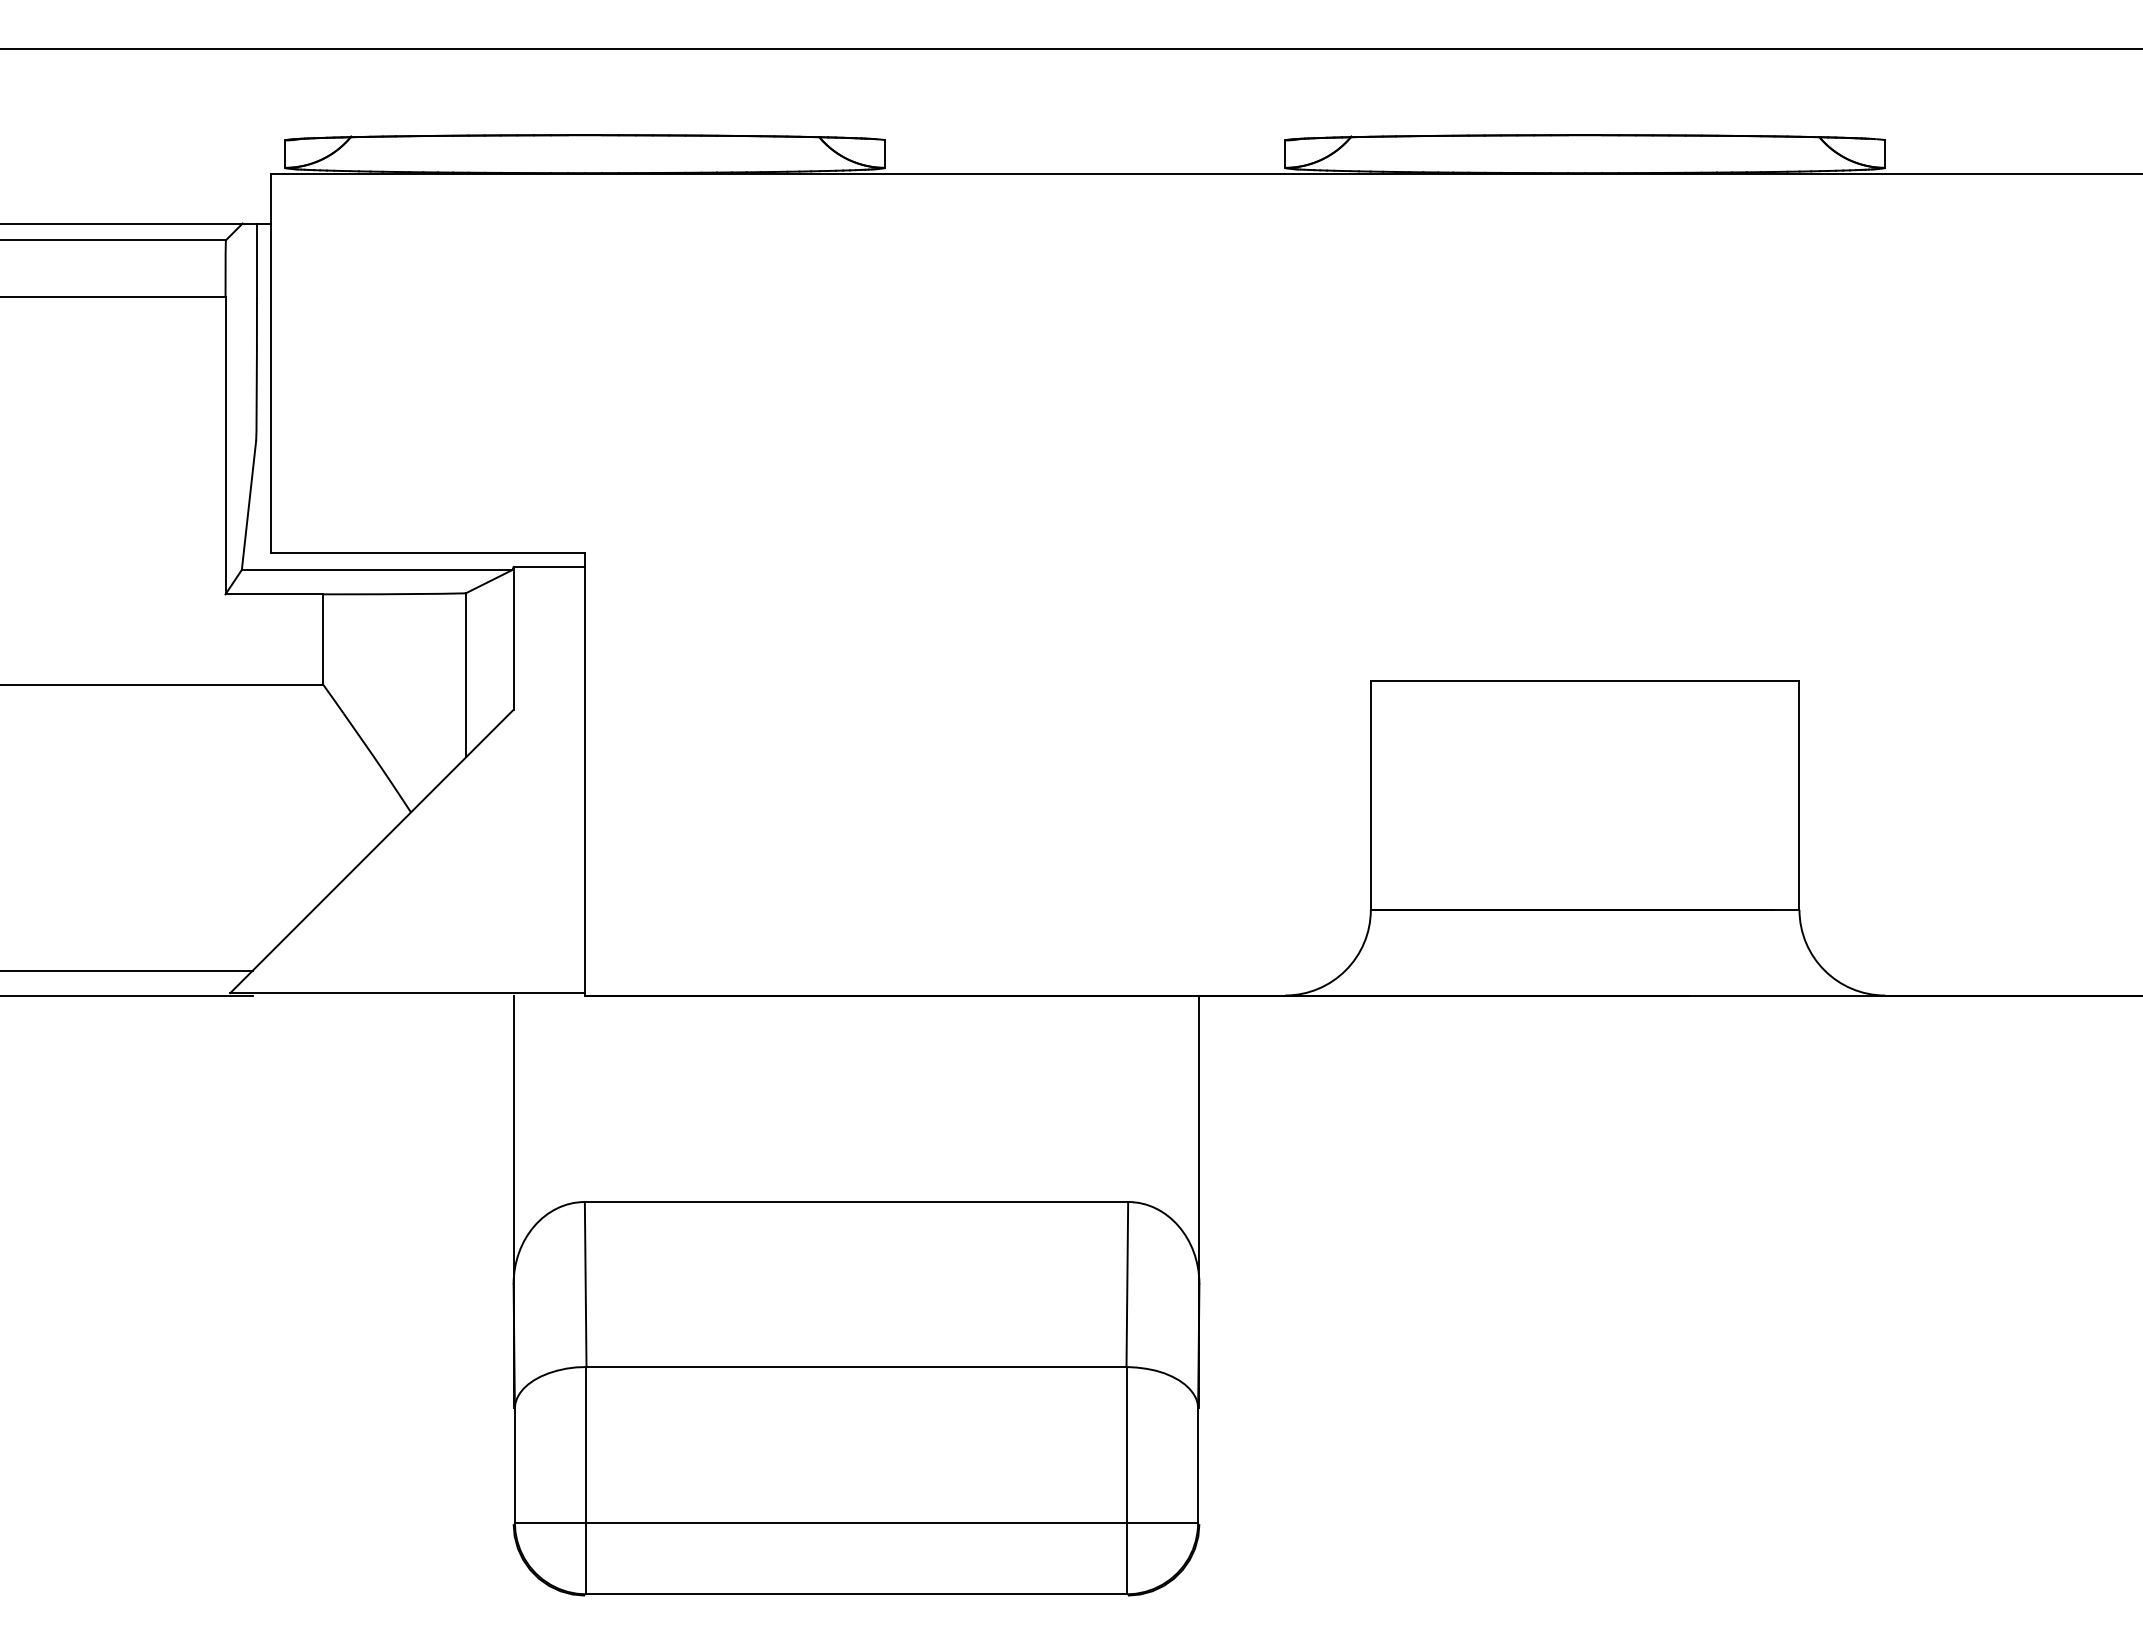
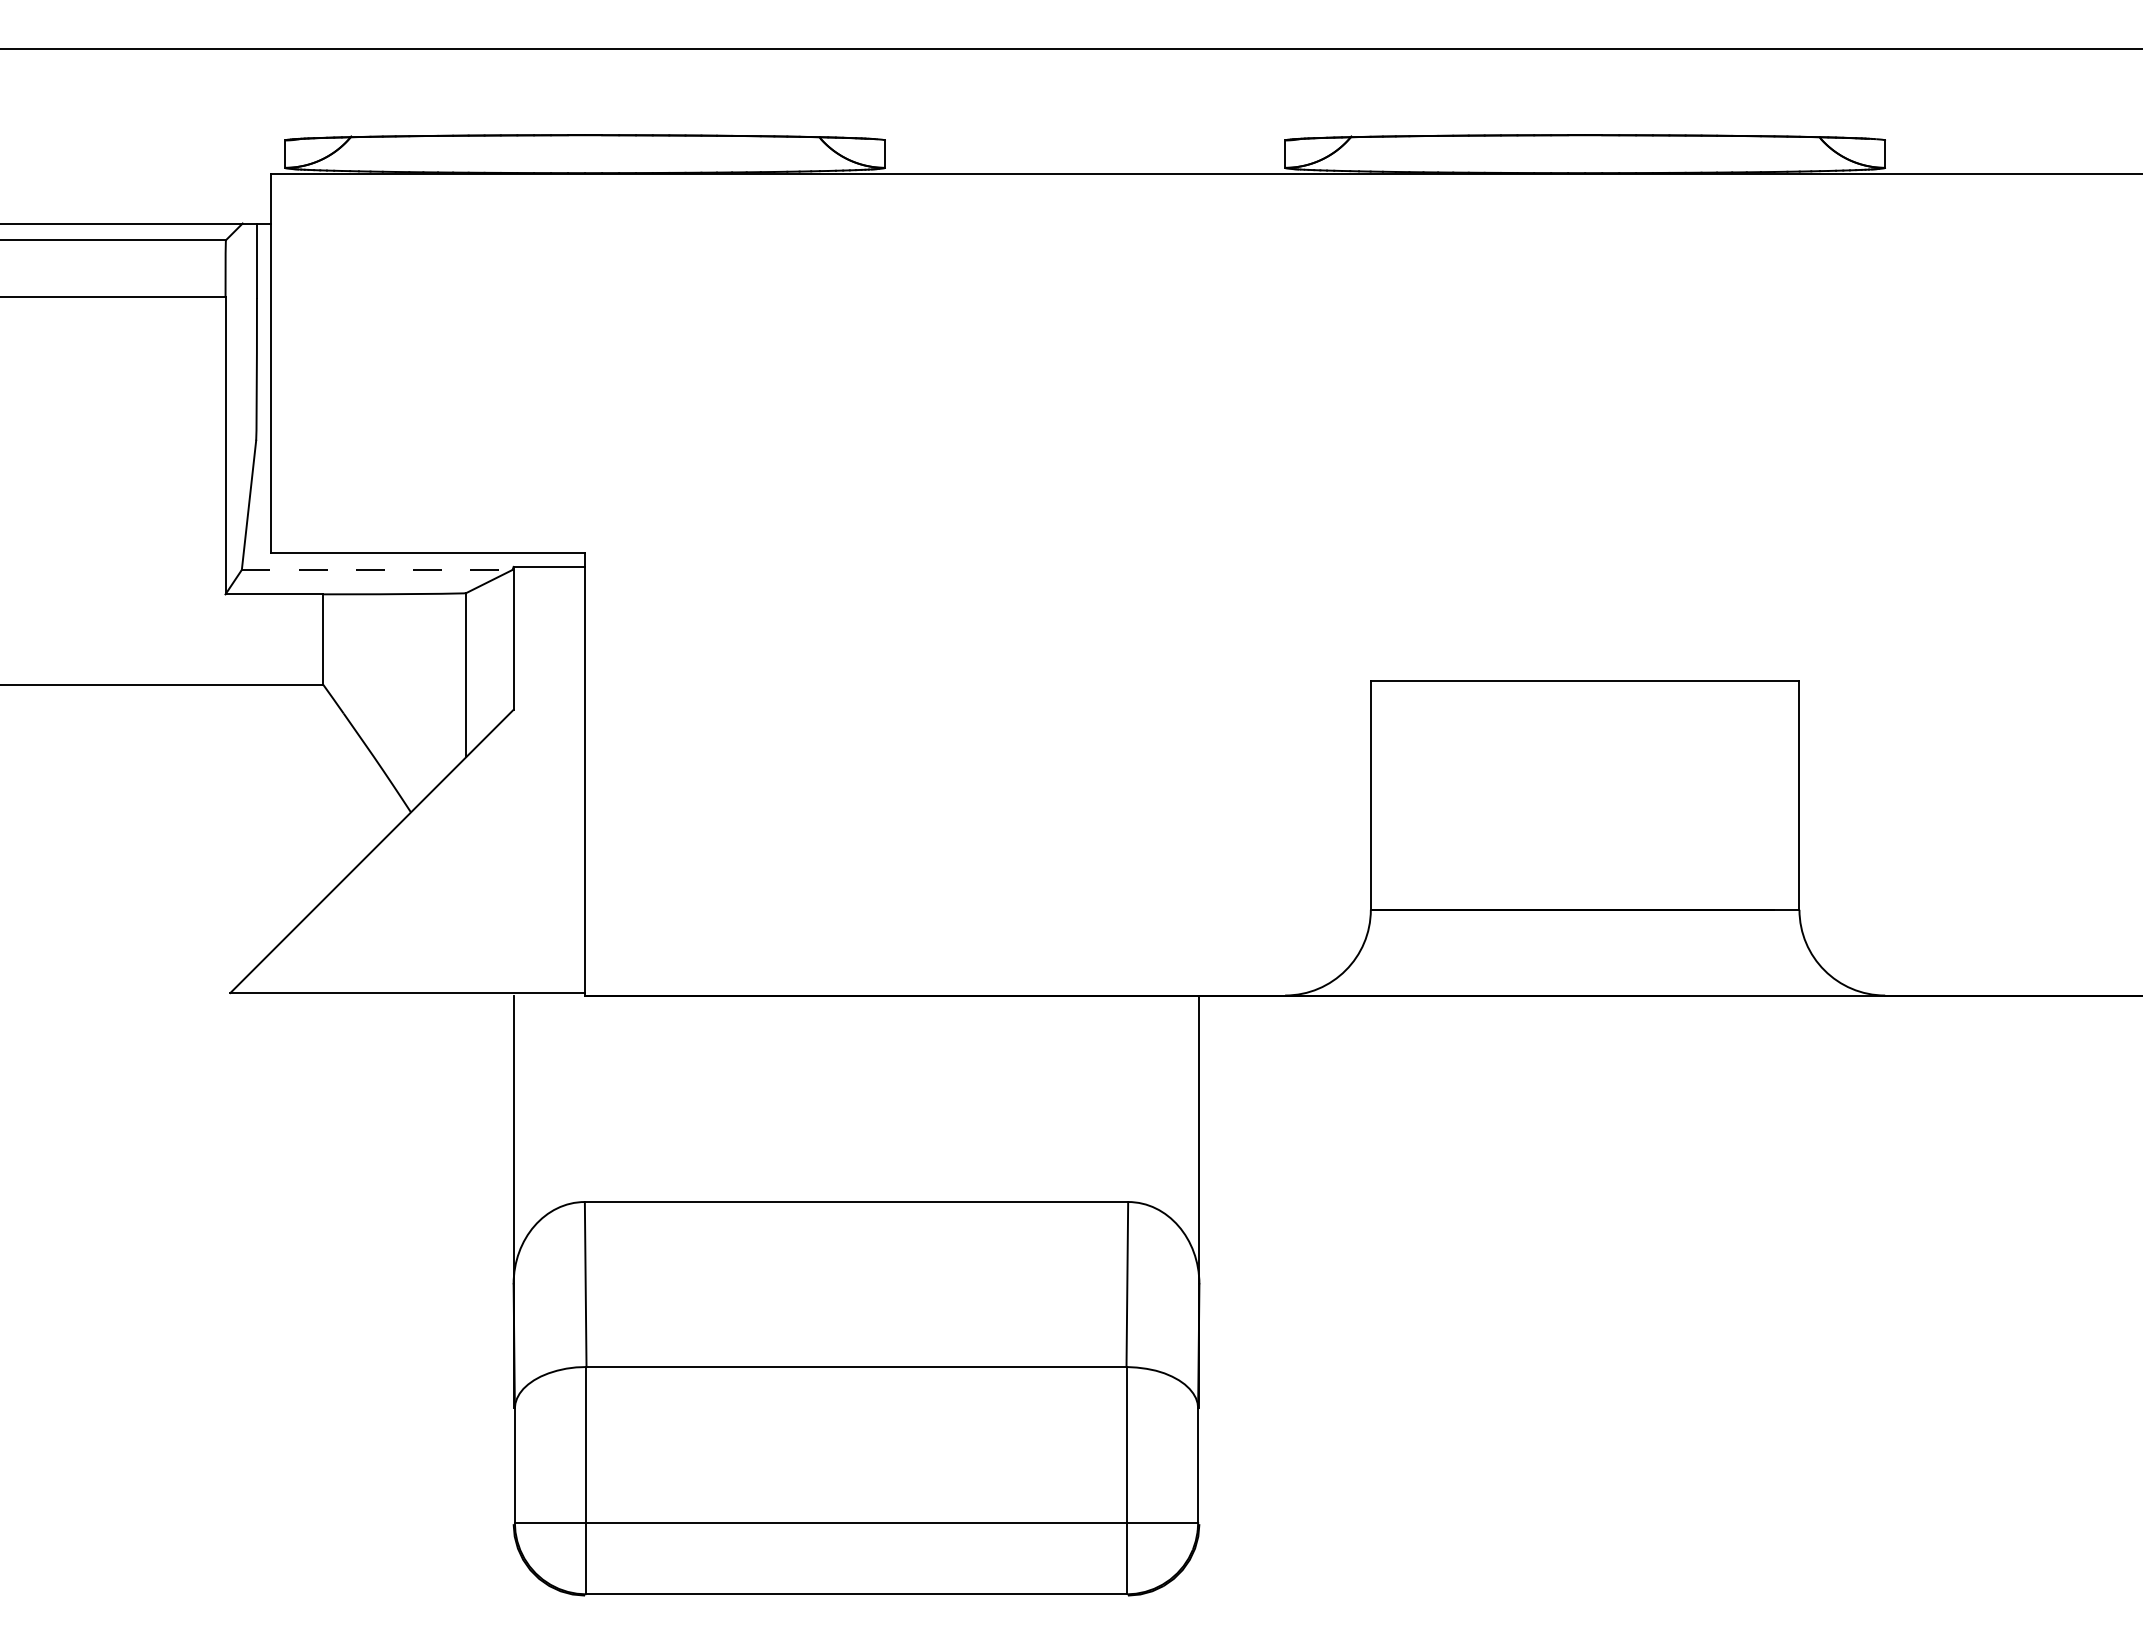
line at (377, 569): solid -> dashed
line at (127, 970): present -> none
line at (127, 995): present -> none
